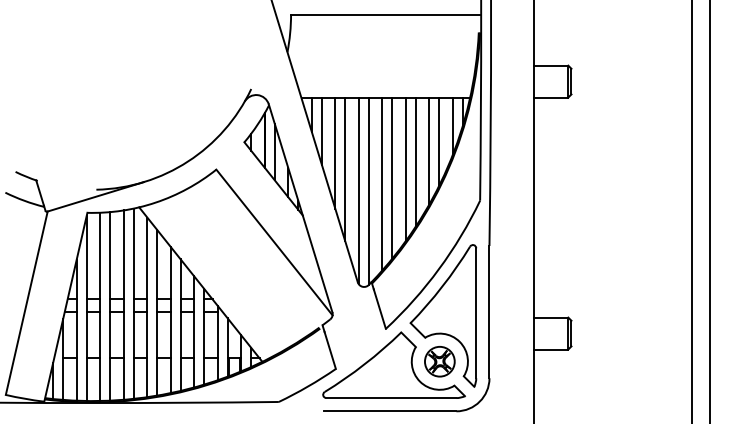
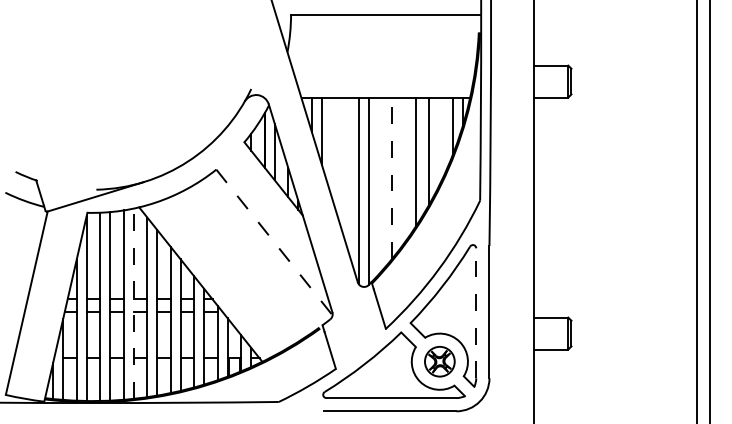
line at (439, 141): present -> none
line at (335, 153): present -> none
line at (345, 169): present -> none
line at (405, 169): present -> none
line at (392, 178): solid -> dashed
line at (382, 184): present -> none
line at (691, 211) position: (691, 211) -> (696, 211)
line at (274, 242): solid -> dashed
line at (133, 303): solid -> dashed
line at (476, 313): solid -> dashed
